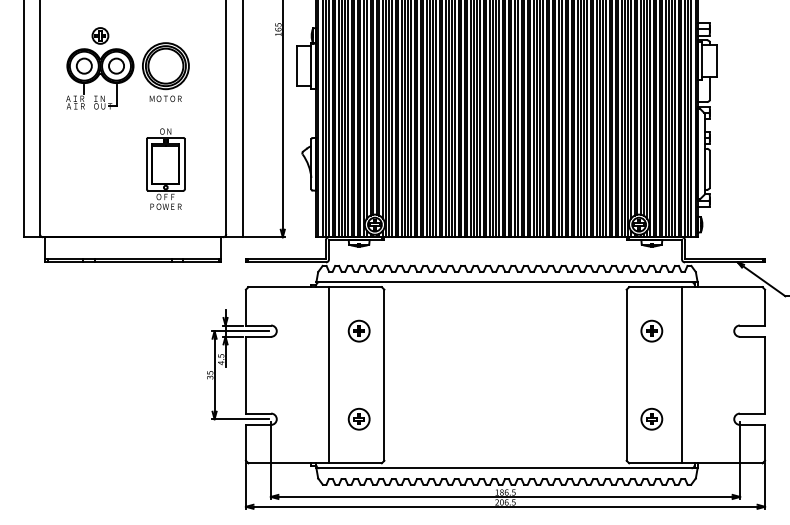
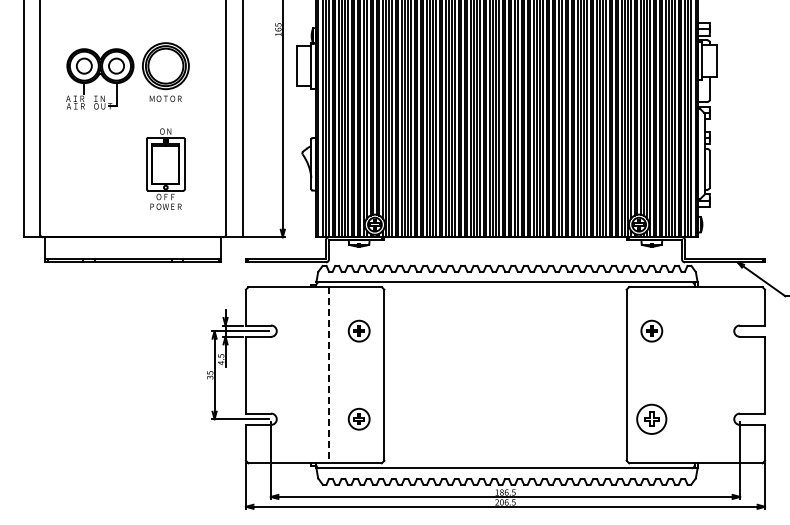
part at (100, 35): present -> none
line at (329, 375): solid -> dashed
line at (682, 375): present -> none
part at (651, 418) size: 24x24 px -> 32x32 px
